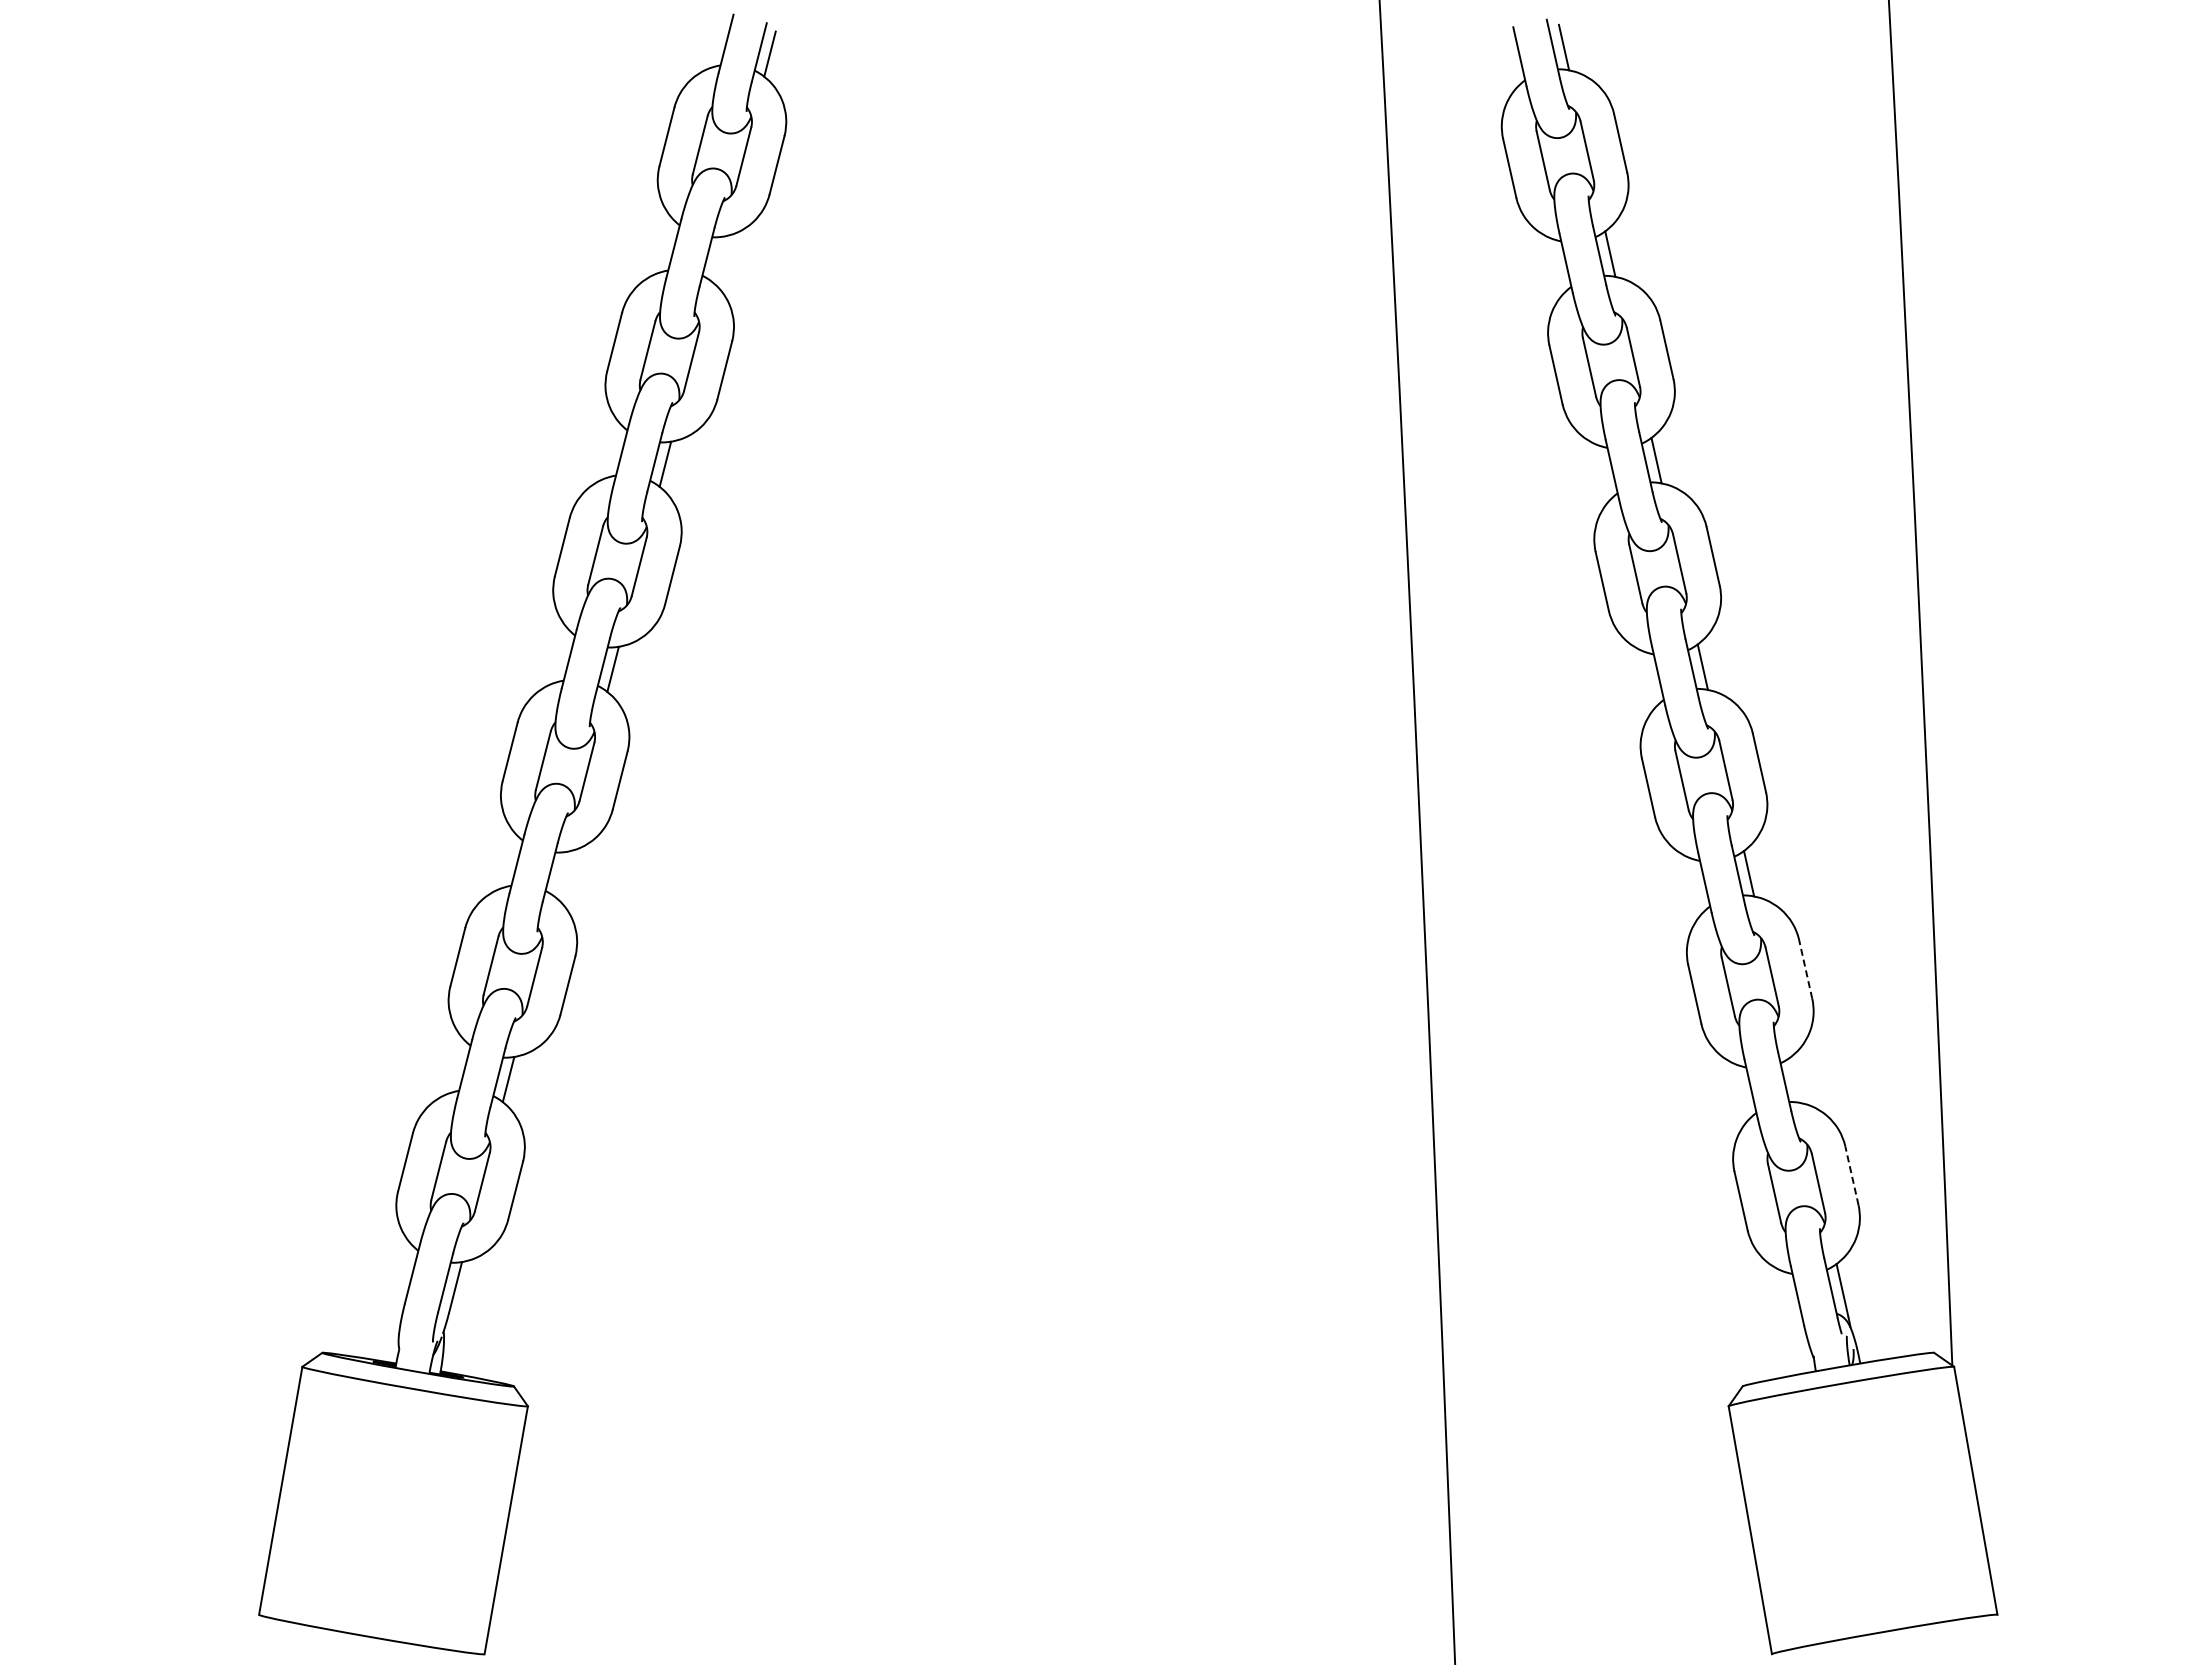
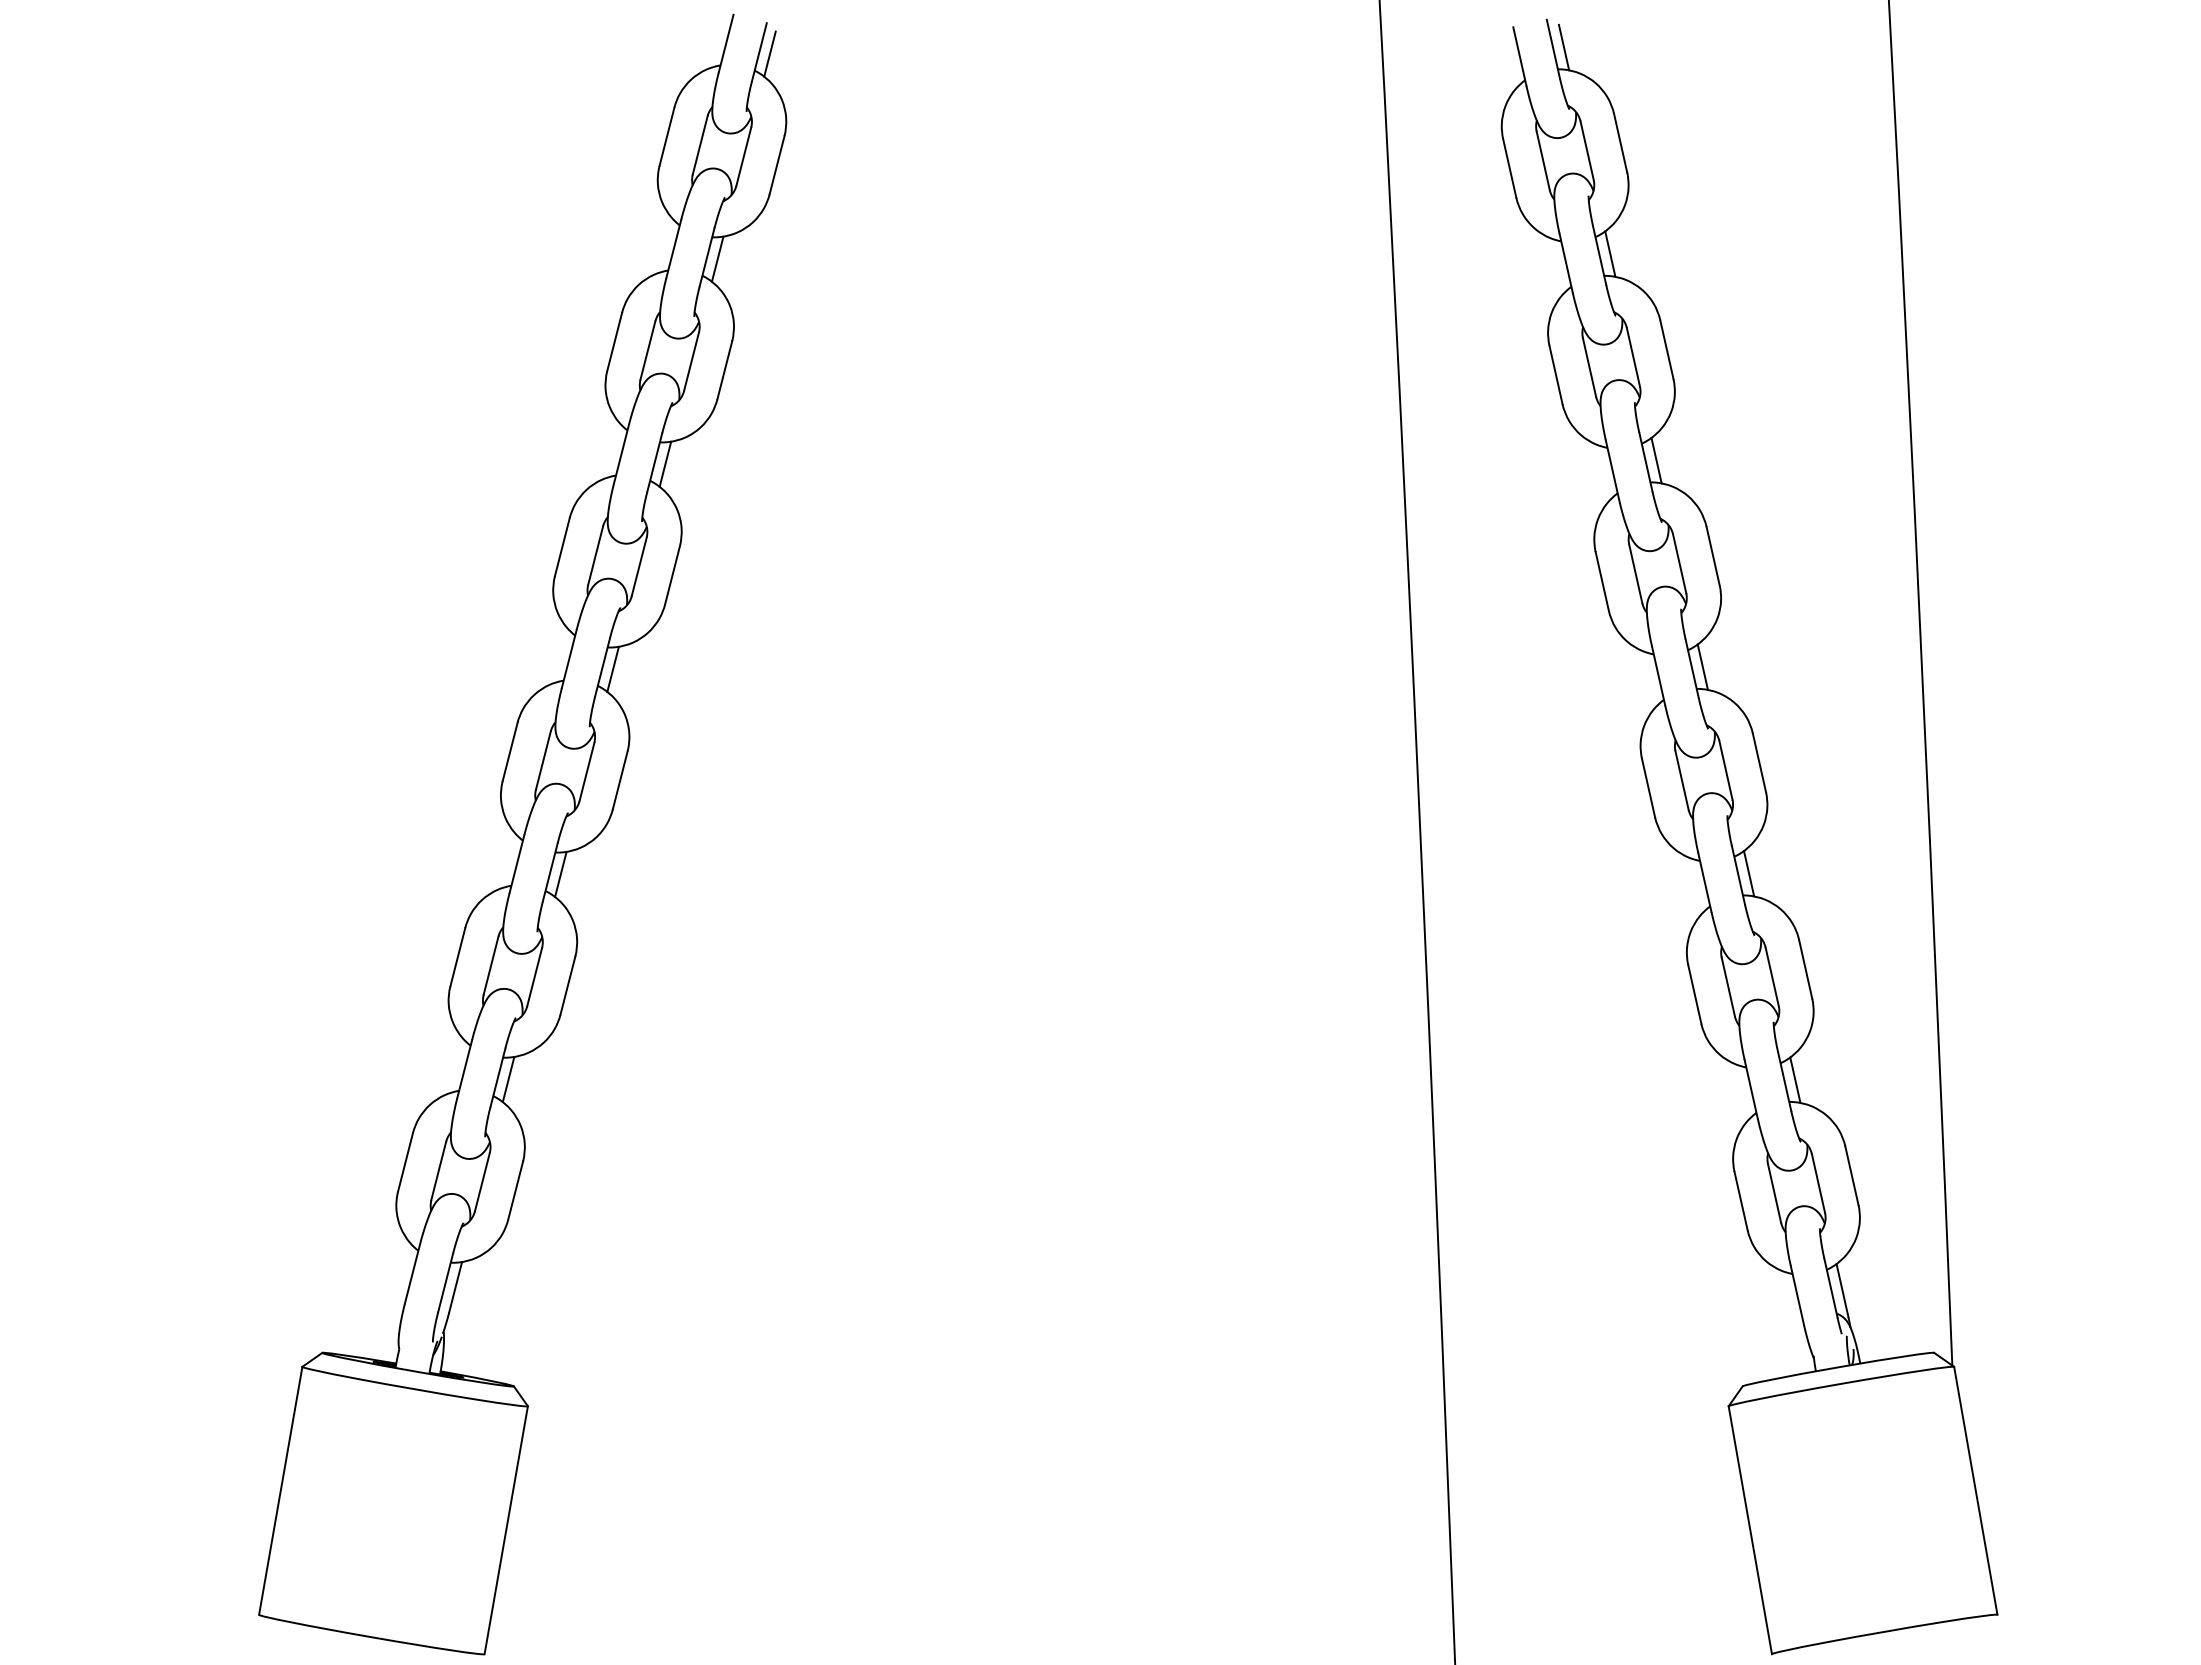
line at (717, 258): none -> present
line at (560, 873): none -> present
line at (1805, 968): dashed -> solid
line at (1795, 1079): none -> present
line at (1851, 1175): dashed -> solid
